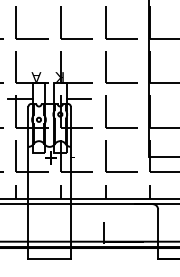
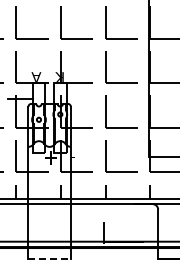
line at (78, 99): present -> none
line at (50, 259): solid -> dashed
